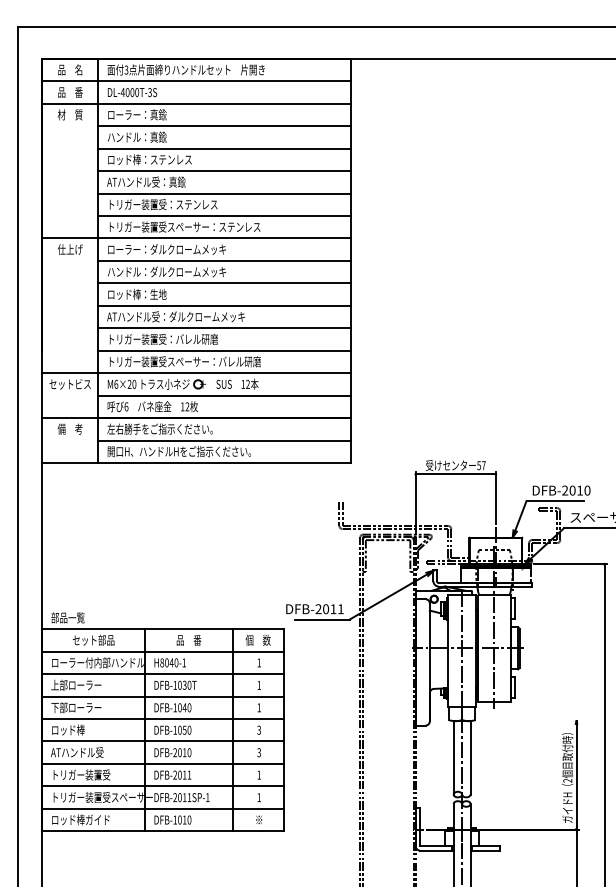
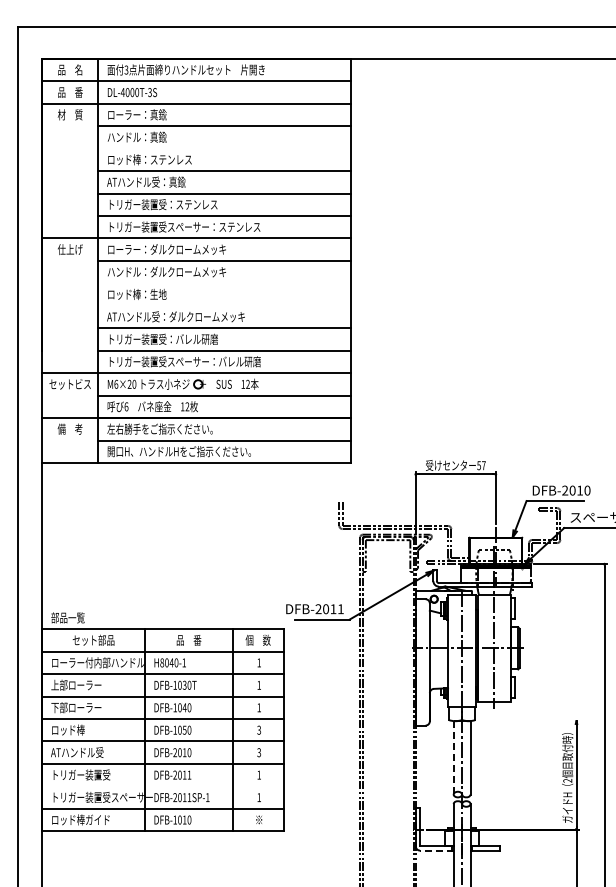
line at (224, 148): present -> none
line at (224, 283): present -> none
line at (224, 305): present -> none
line at (453, 757): solid -> dashed
line at (162, 786): present -> none
line at (436, 850): solid -> dashed
